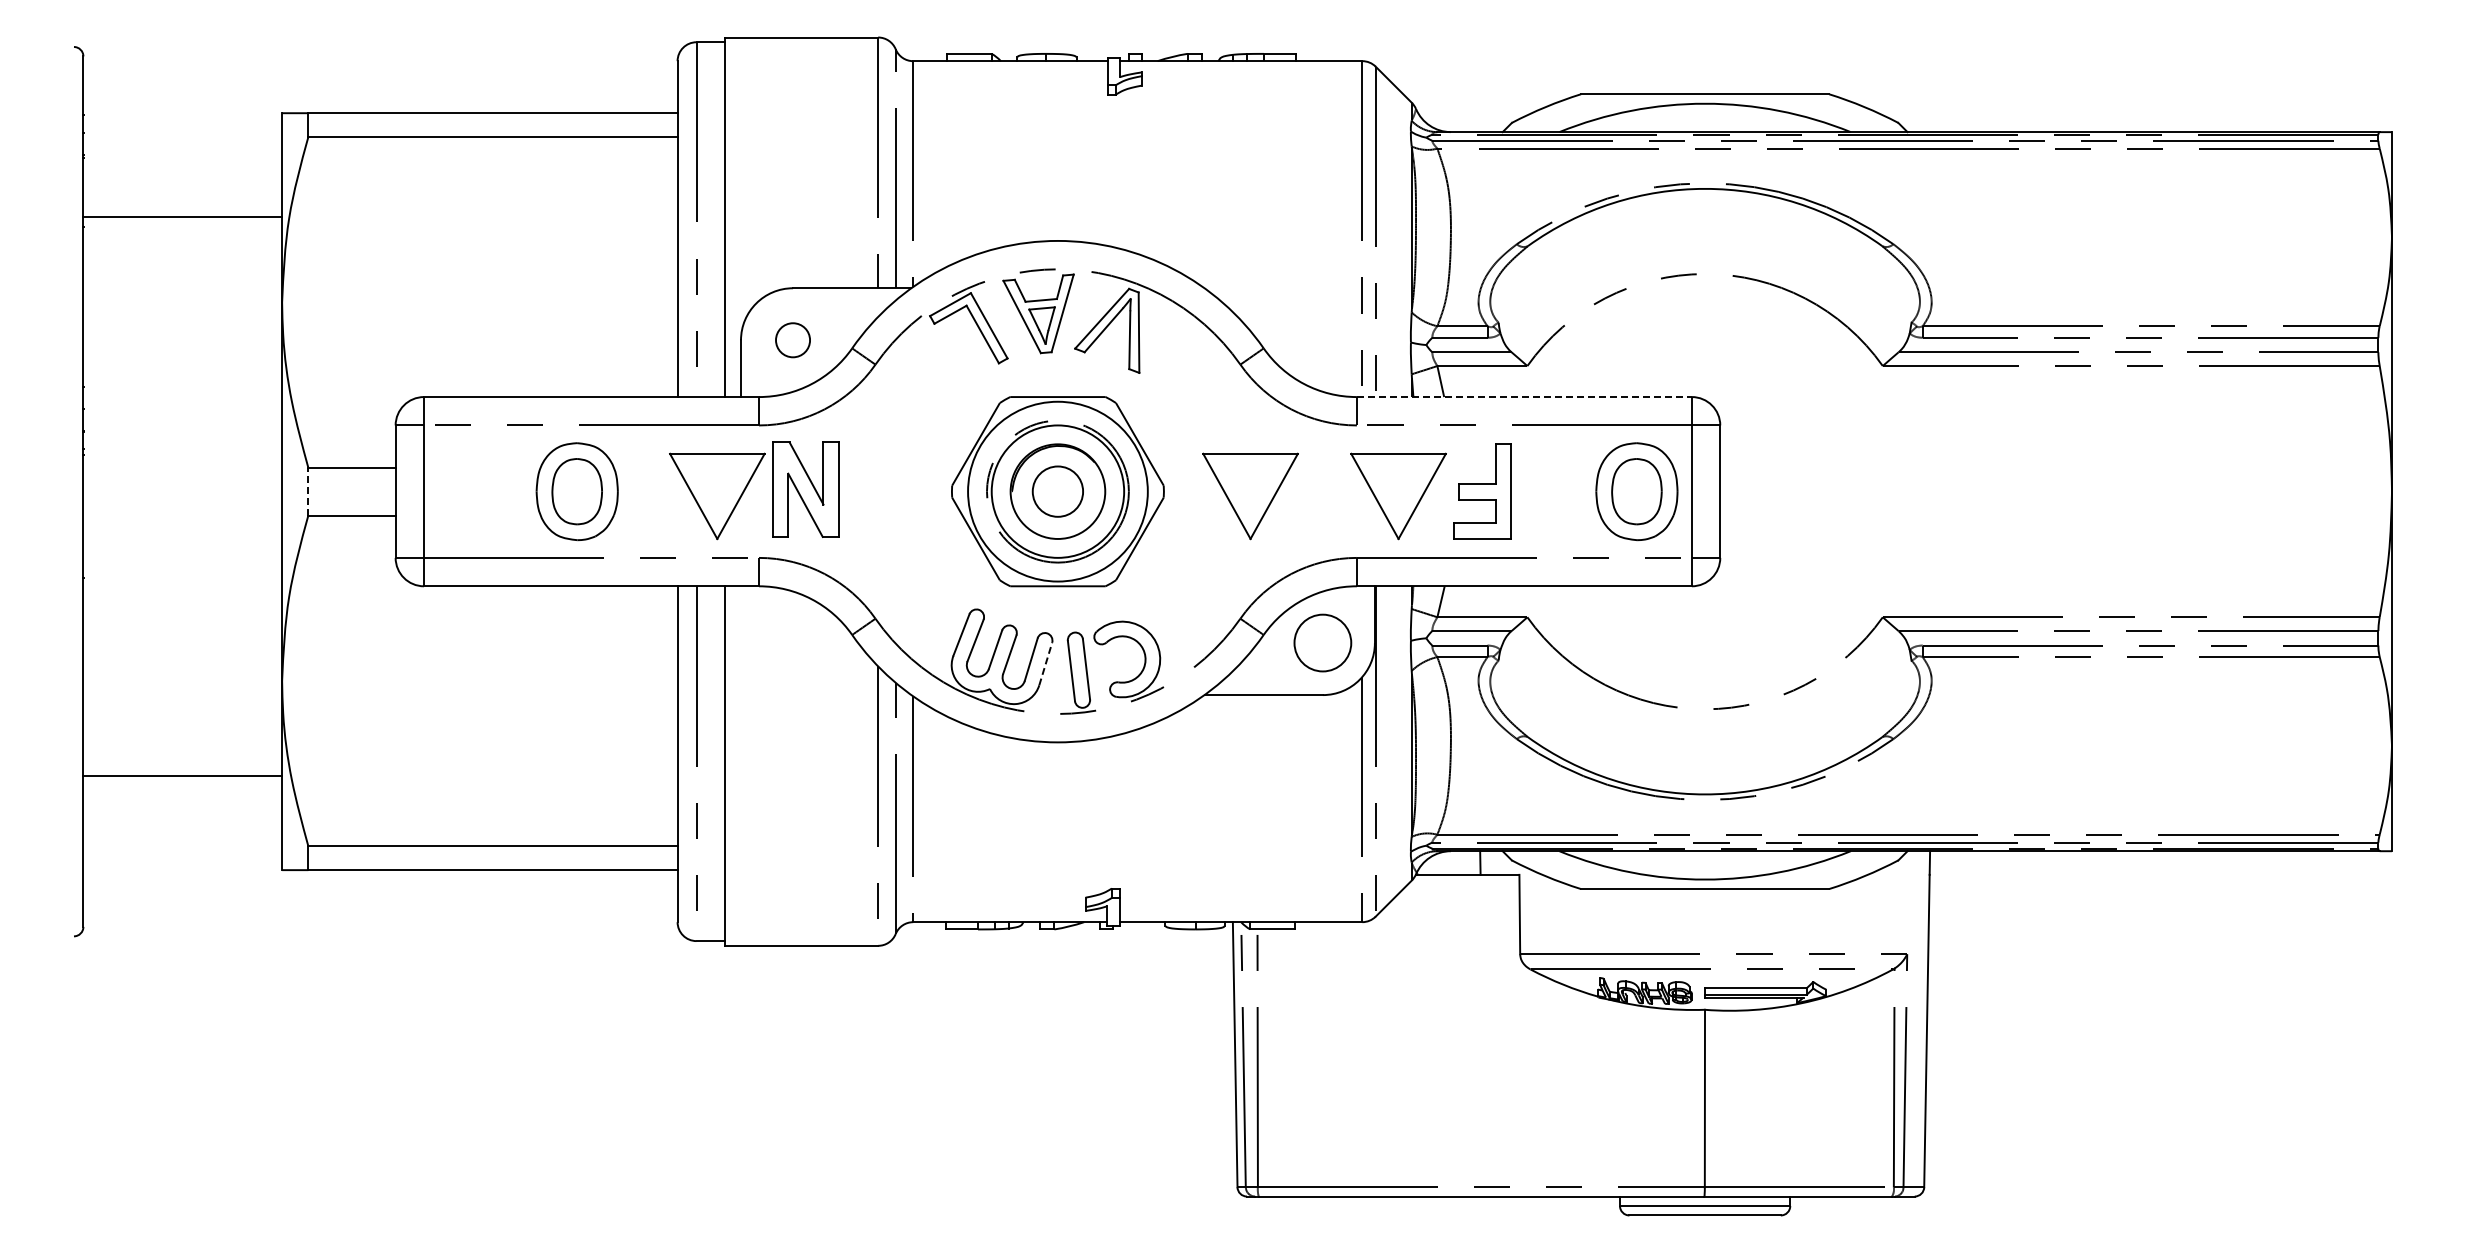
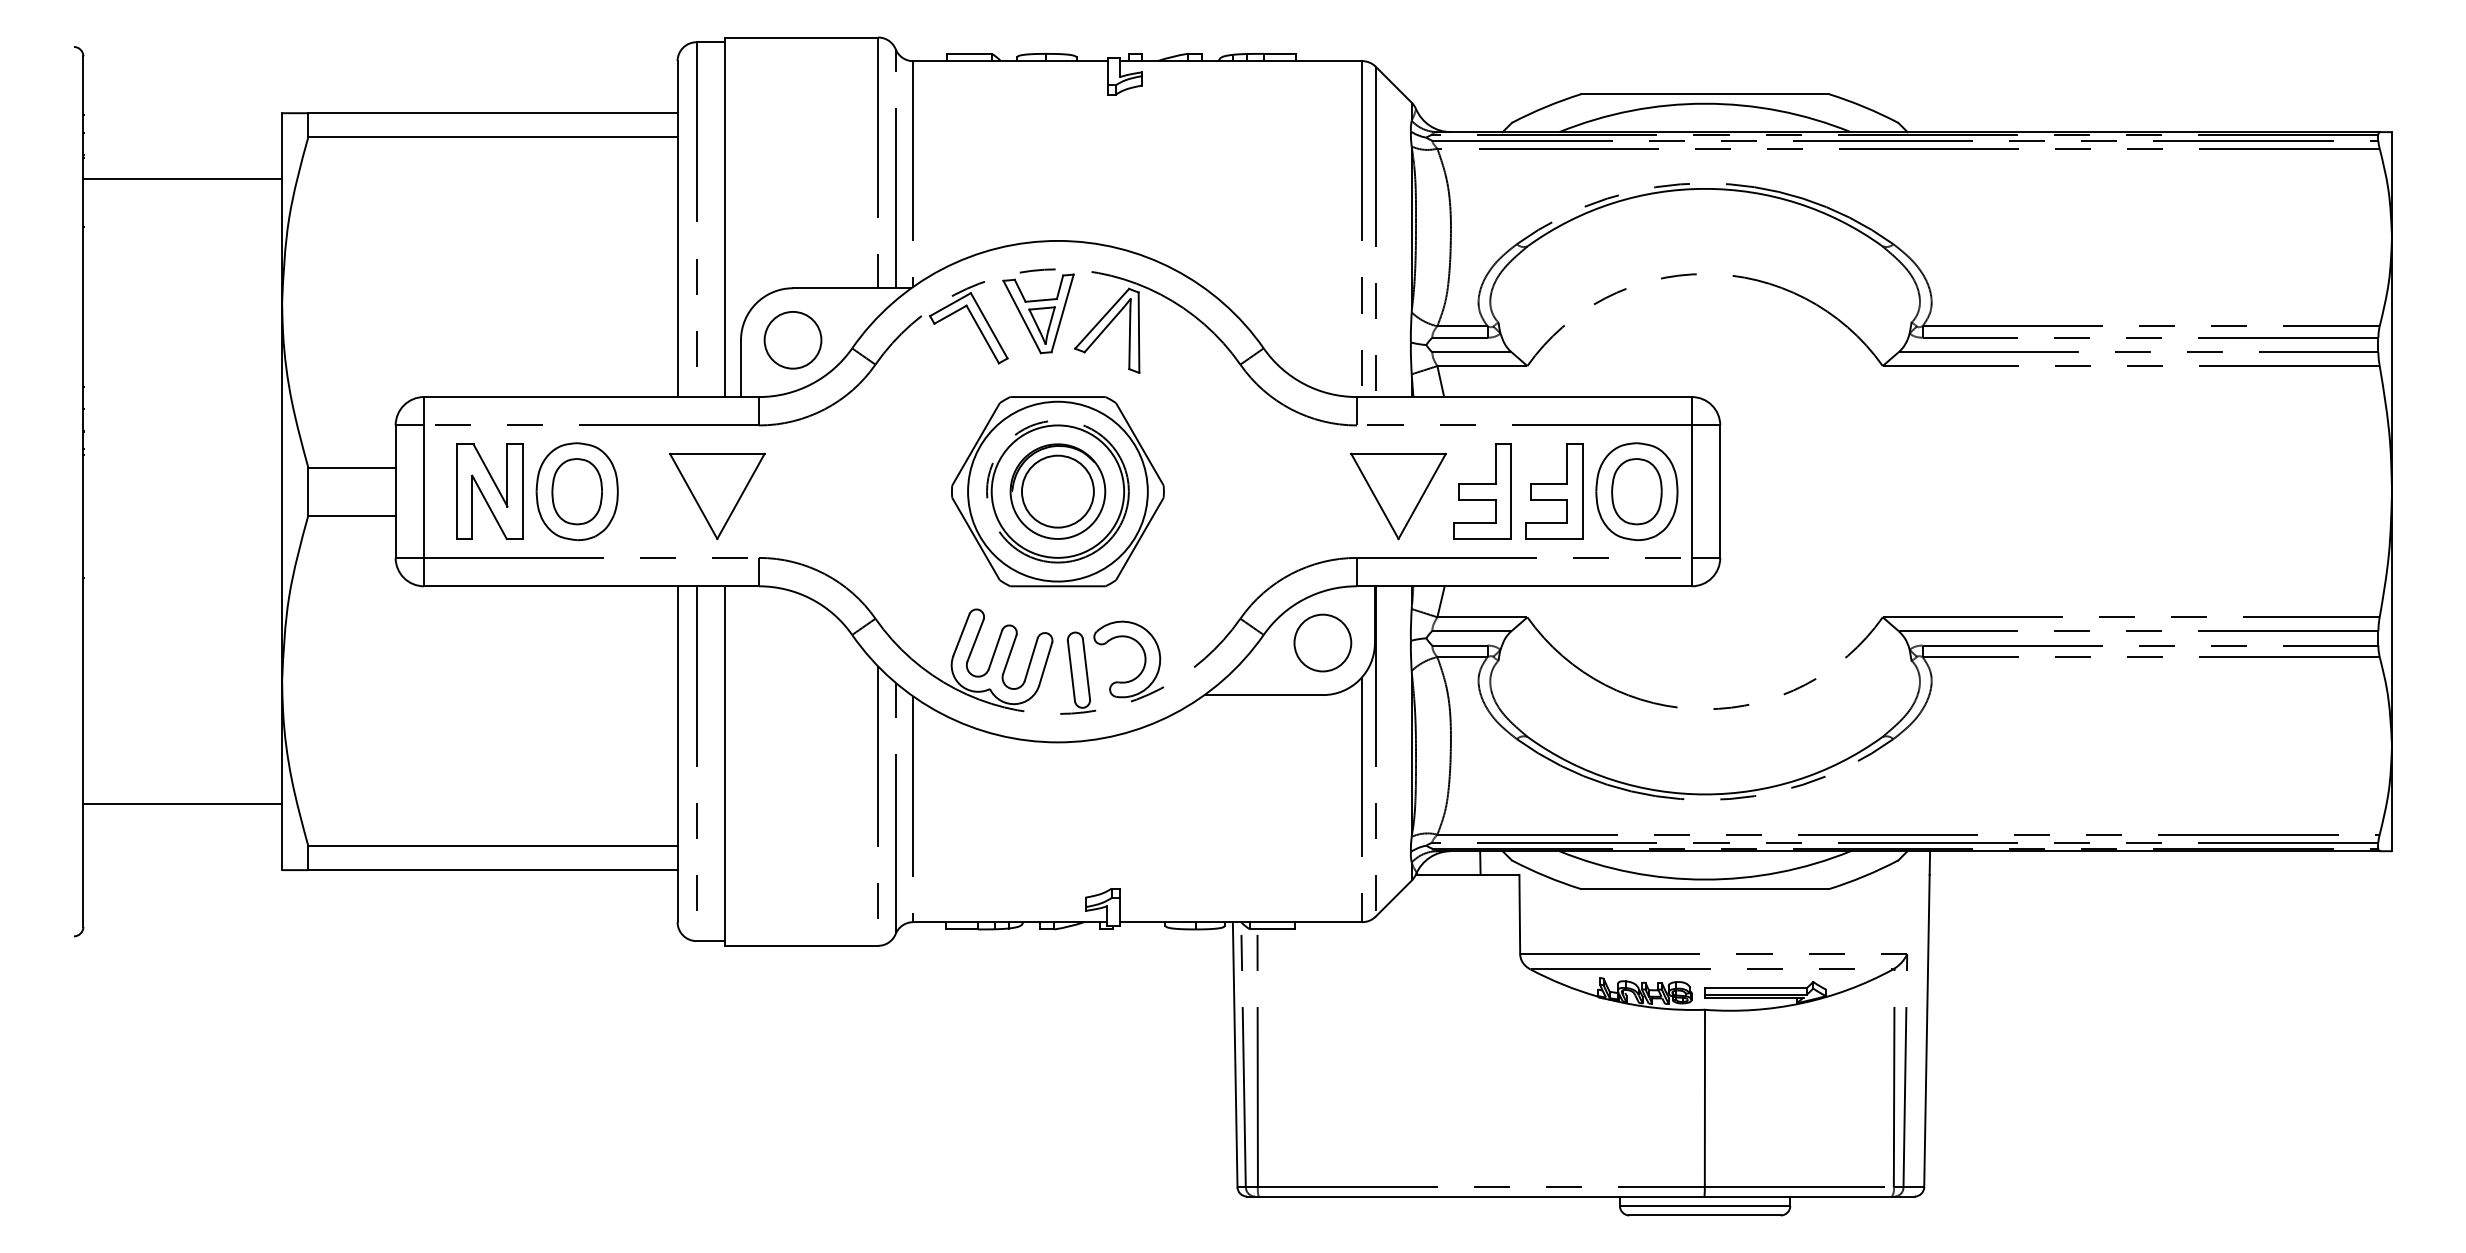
line at (182, 217) position: (182, 217) -> (182, 179)
circle at (793, 340) diameter: 34 px -> 57 px
line at (1524, 397): dashed -> solid
part at (805, 489) position: (805, 489) -> (489, 491)
line at (308, 491): dashed -> solid
circle at (1057, 491) diameter: 50 px -> 72 px
part at (1554, 491): none -> present
part at (1250, 496): present -> none
line at (1045, 663): dashed -> solid
line at (182, 775) position: (182, 775) -> (182, 803)
